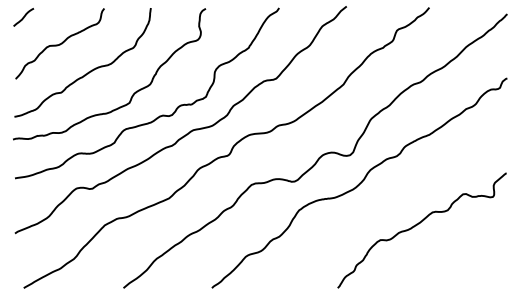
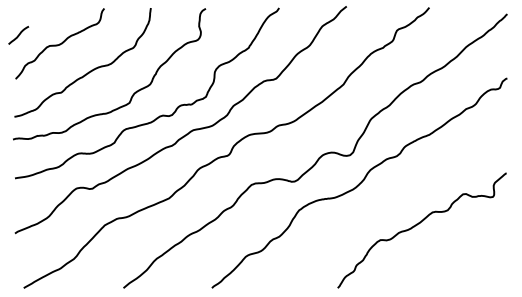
curve at (23, 17) position: (23, 17) -> (18, 35)
